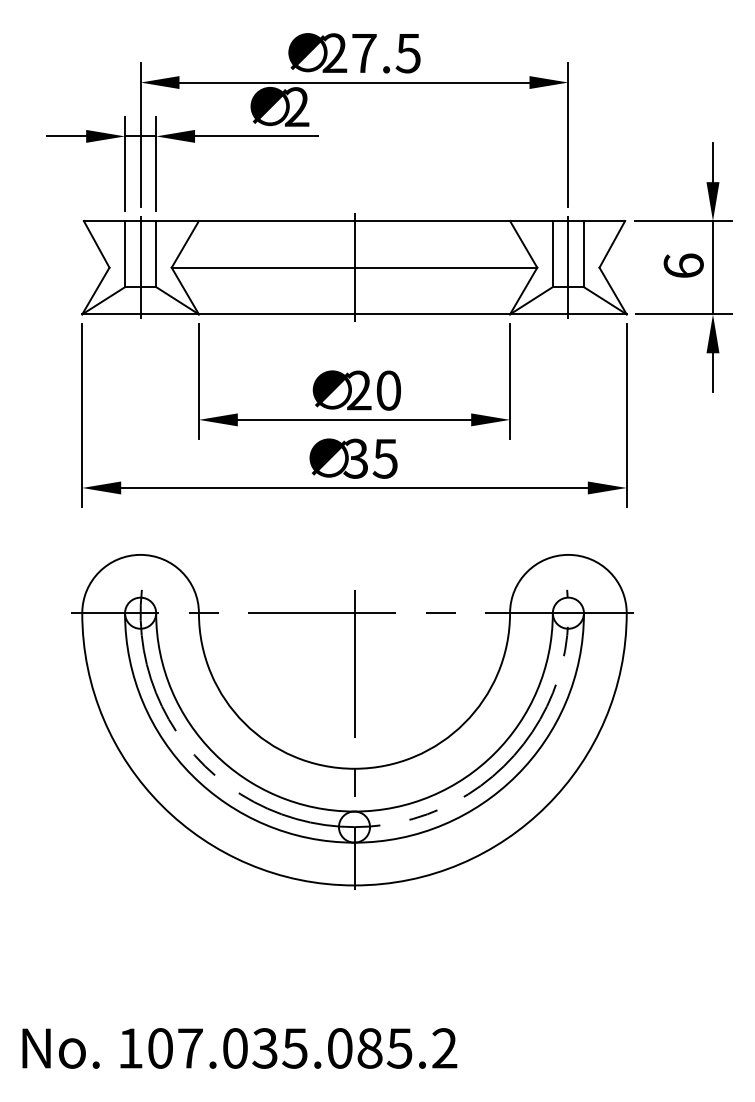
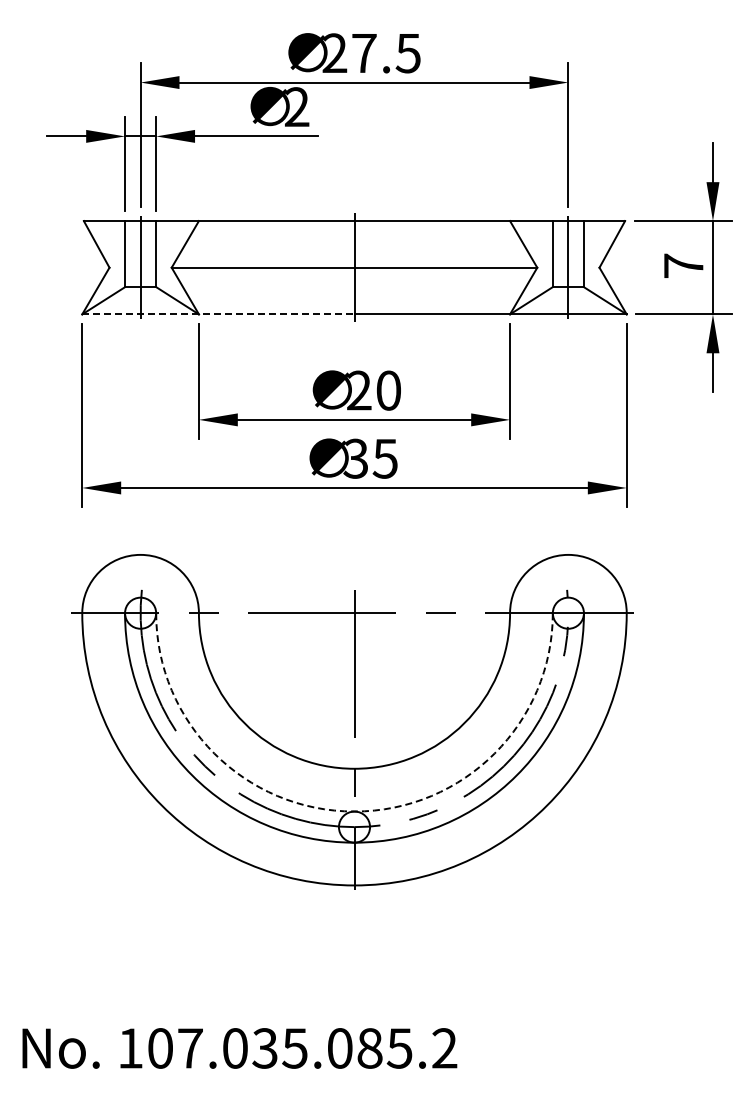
text at (683, 265): 6 -> 7
line at (218, 314): solid -> dashed
arc at (354, 811): solid -> dashed
